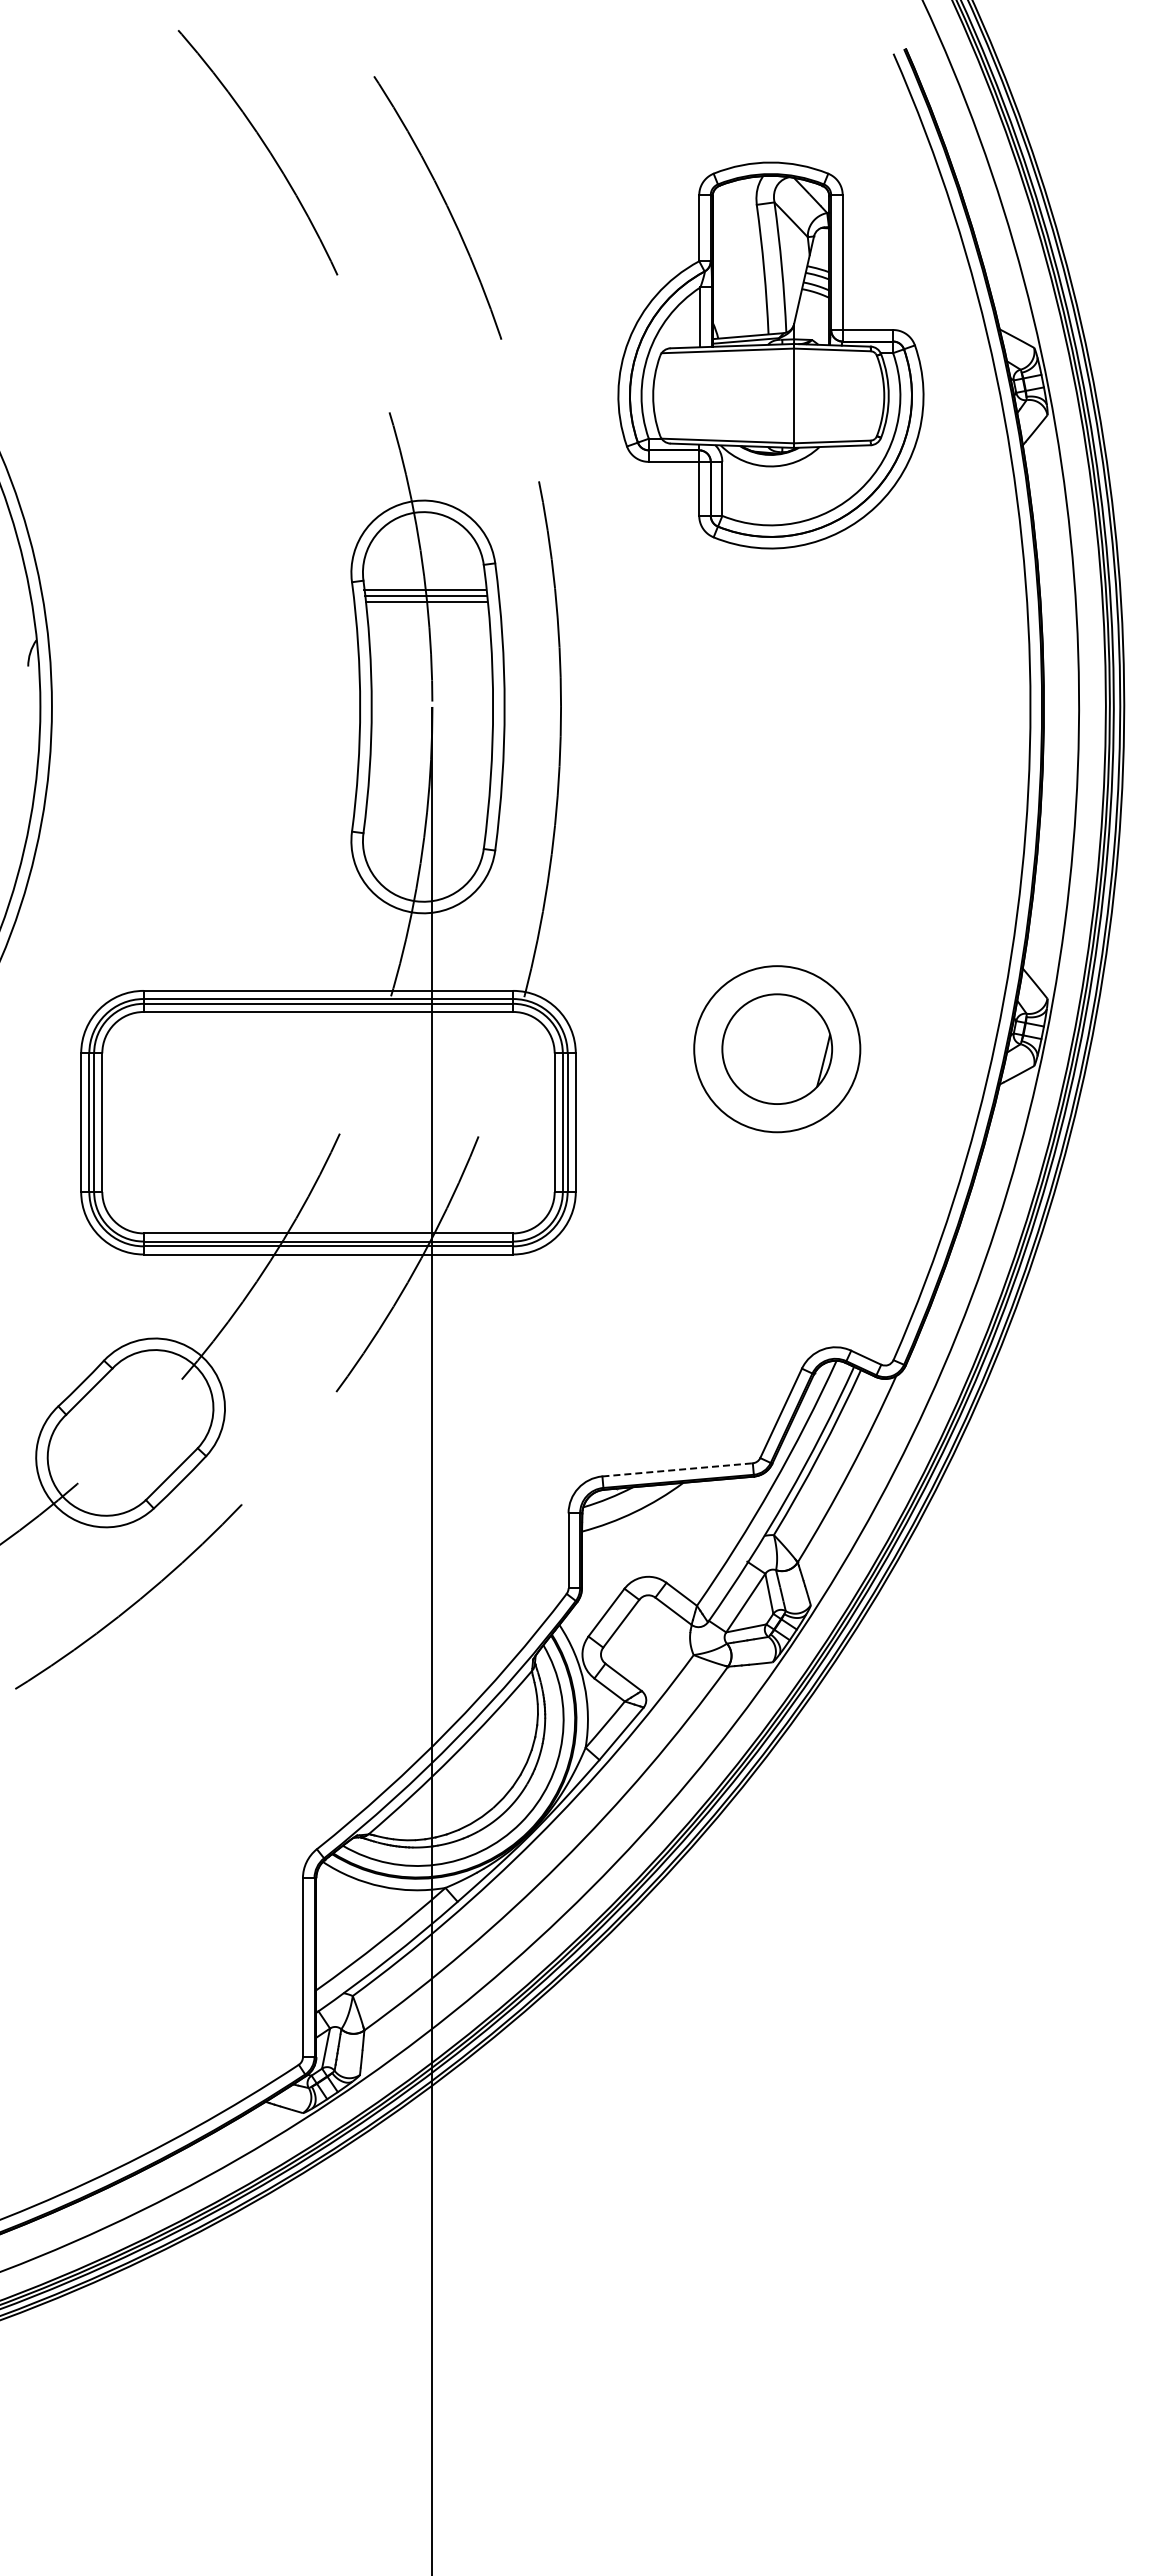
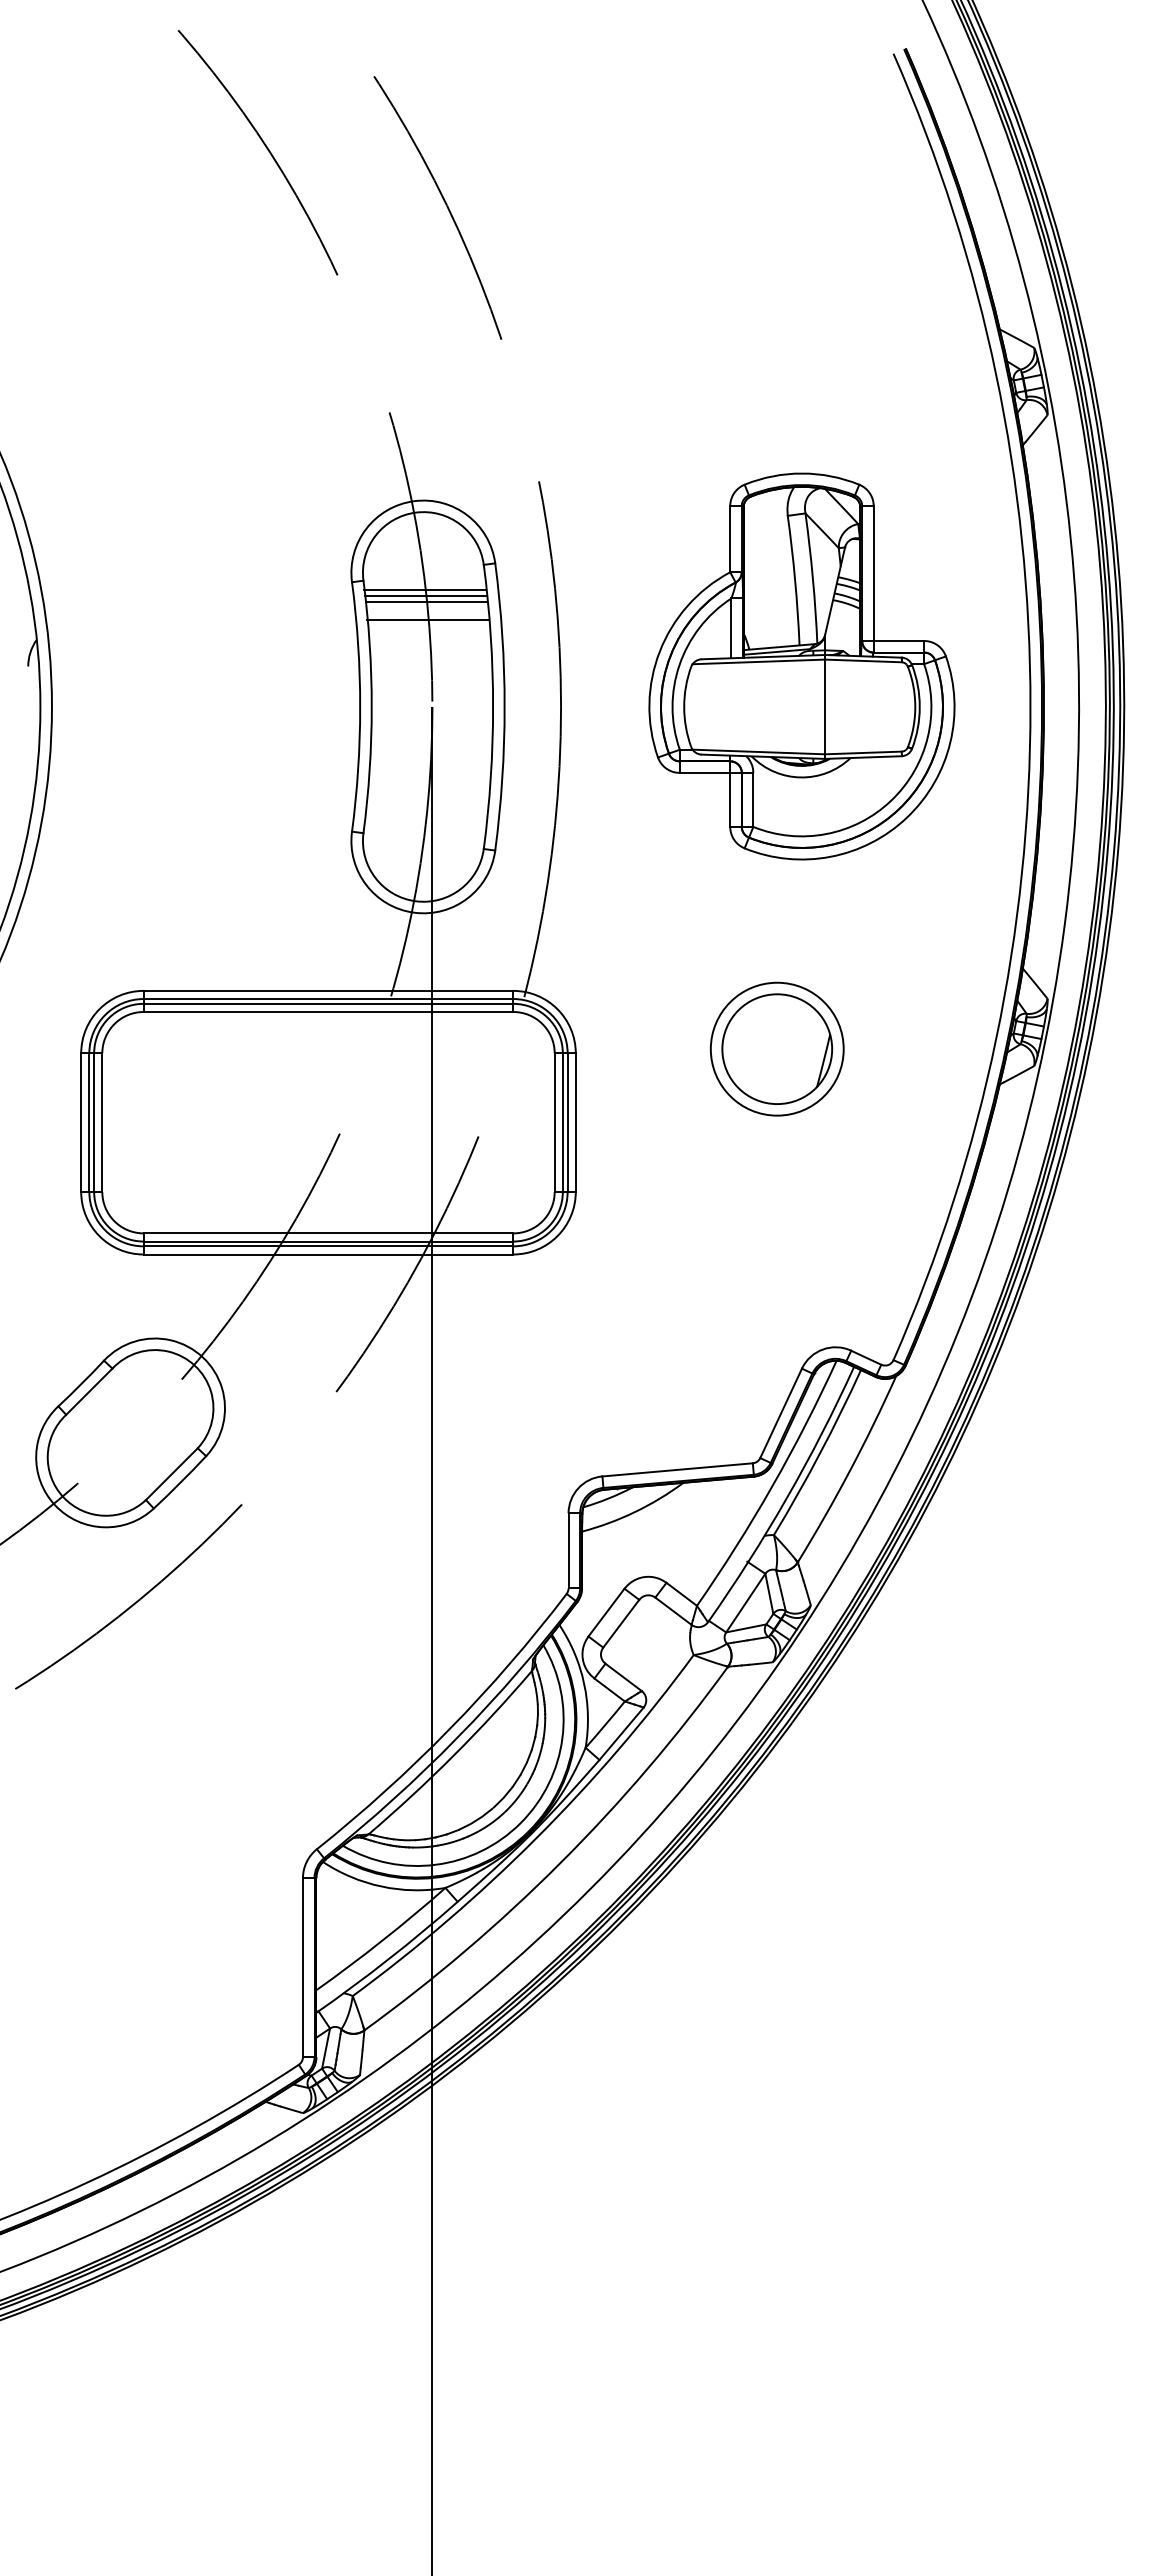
part at (770, 355) position: (770, 355) -> (801, 666)
line at (428, 620): none -> present
circle at (777, 1049) diameter: 166 px -> 133 px
line at (678, 1469): dashed -> solid
